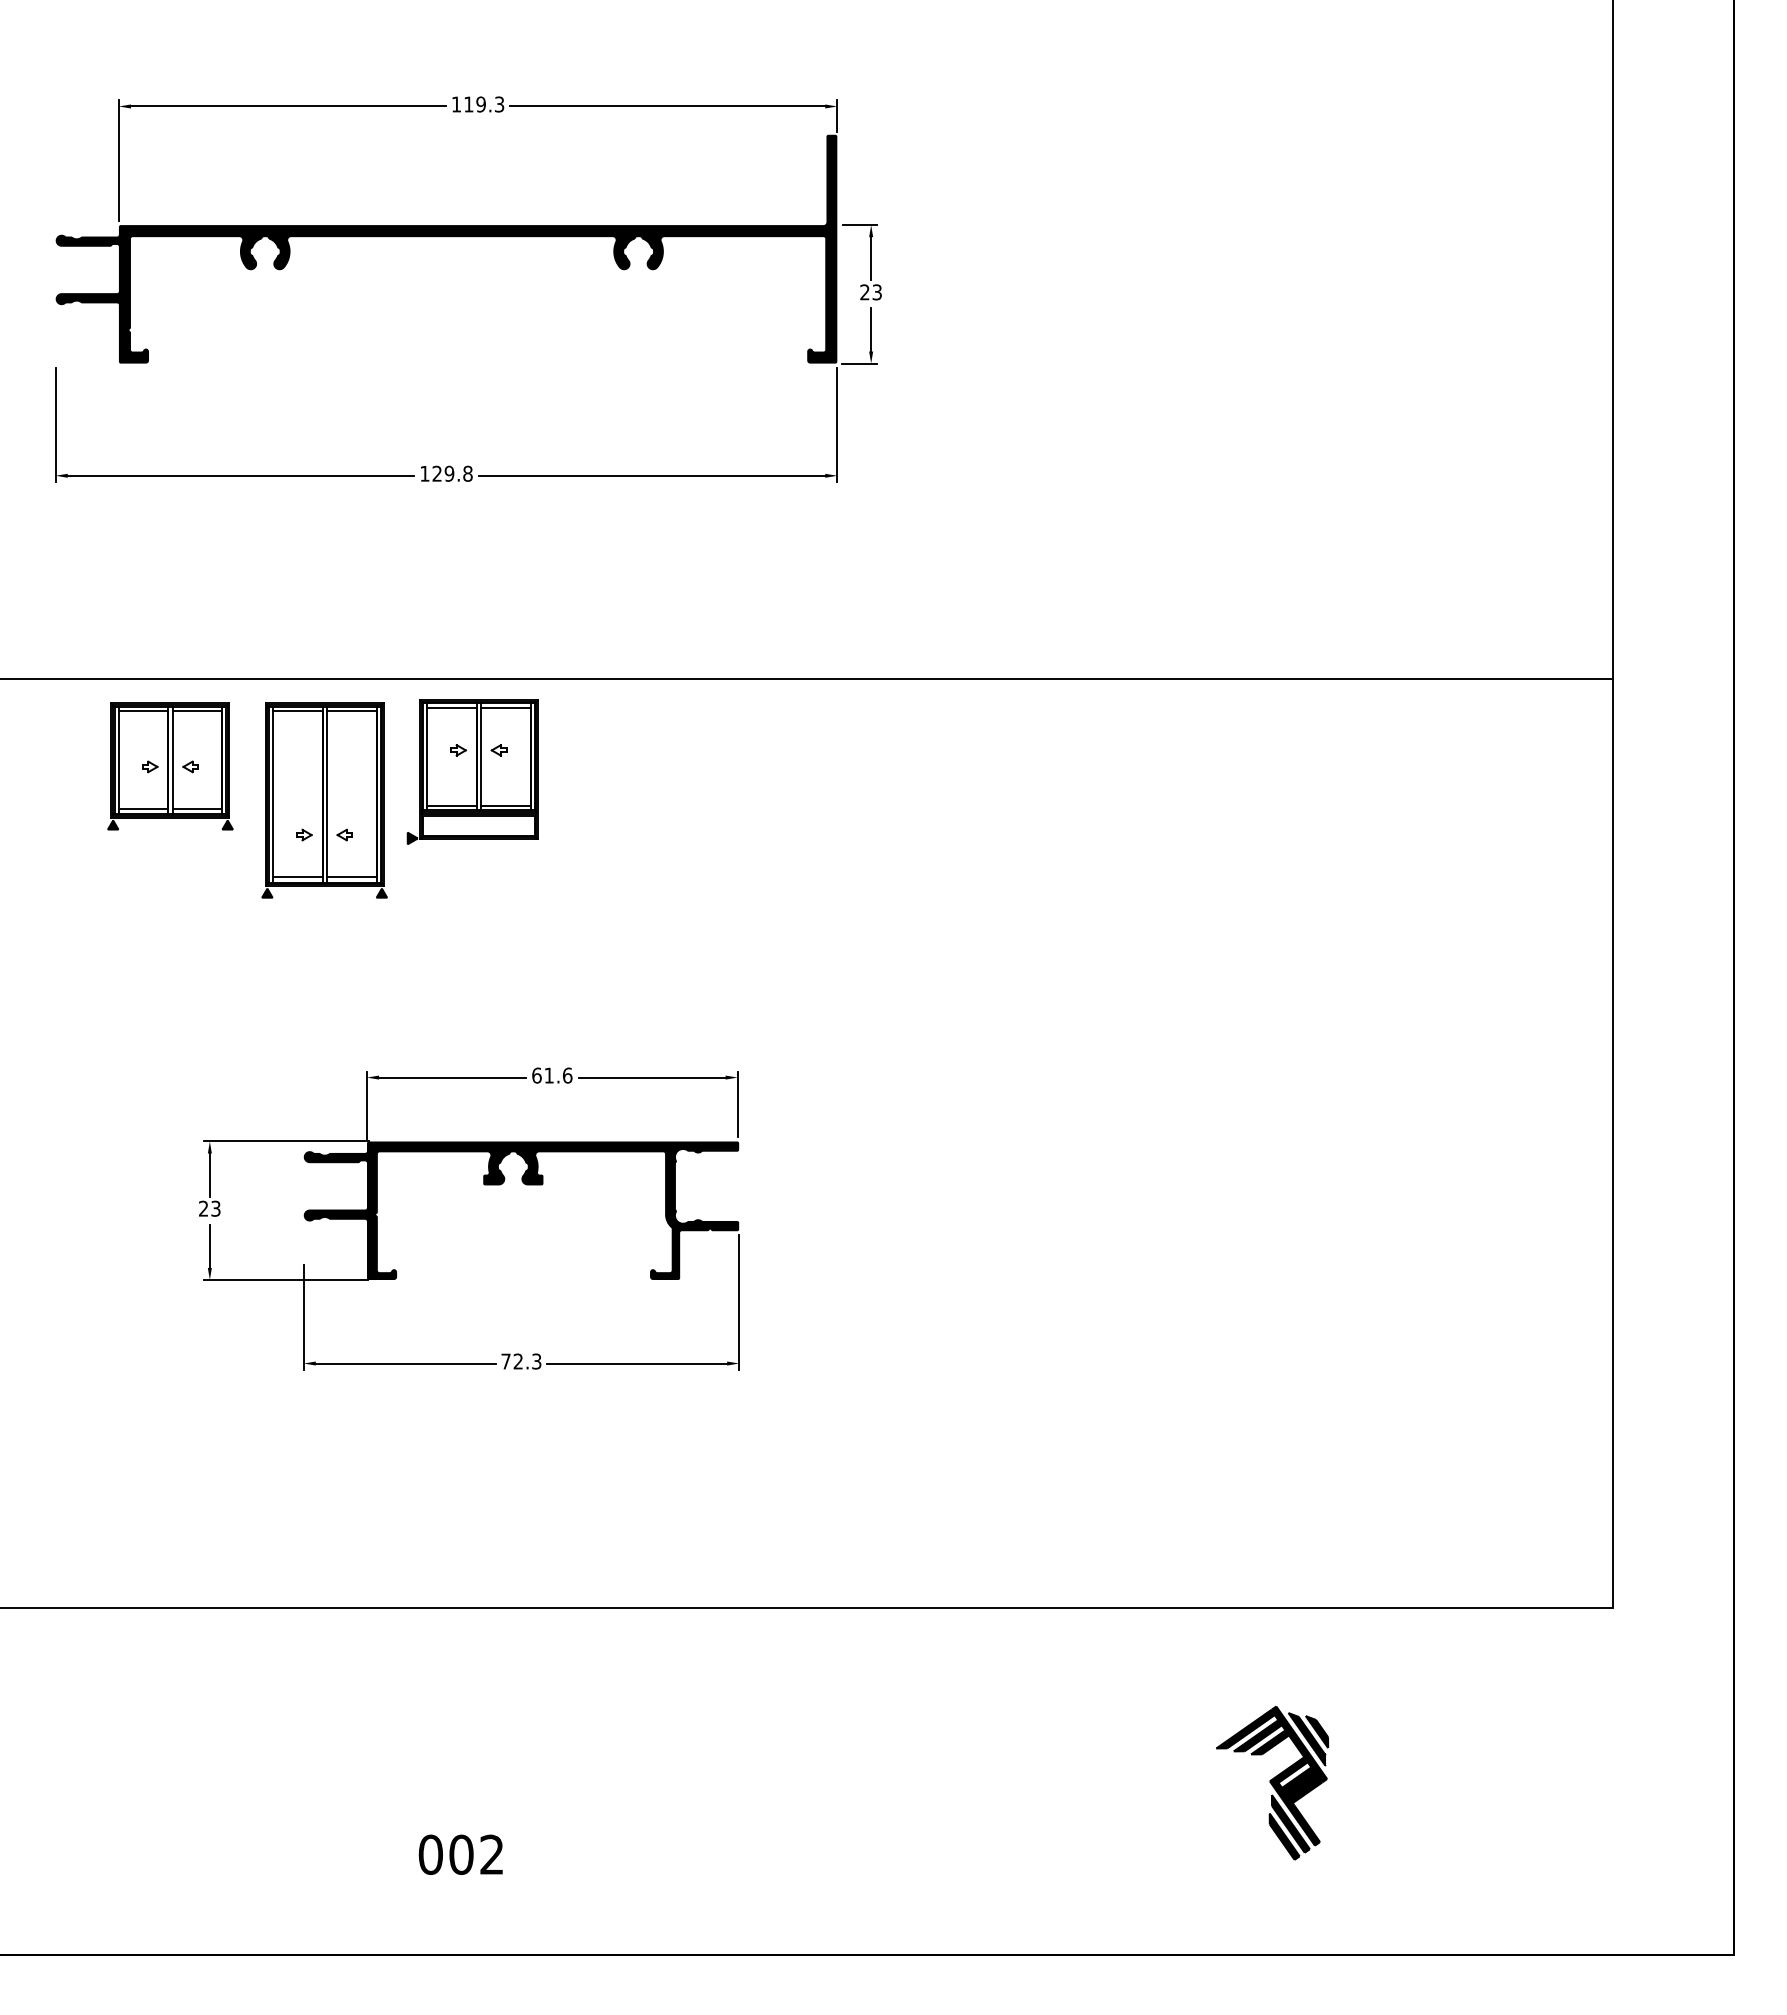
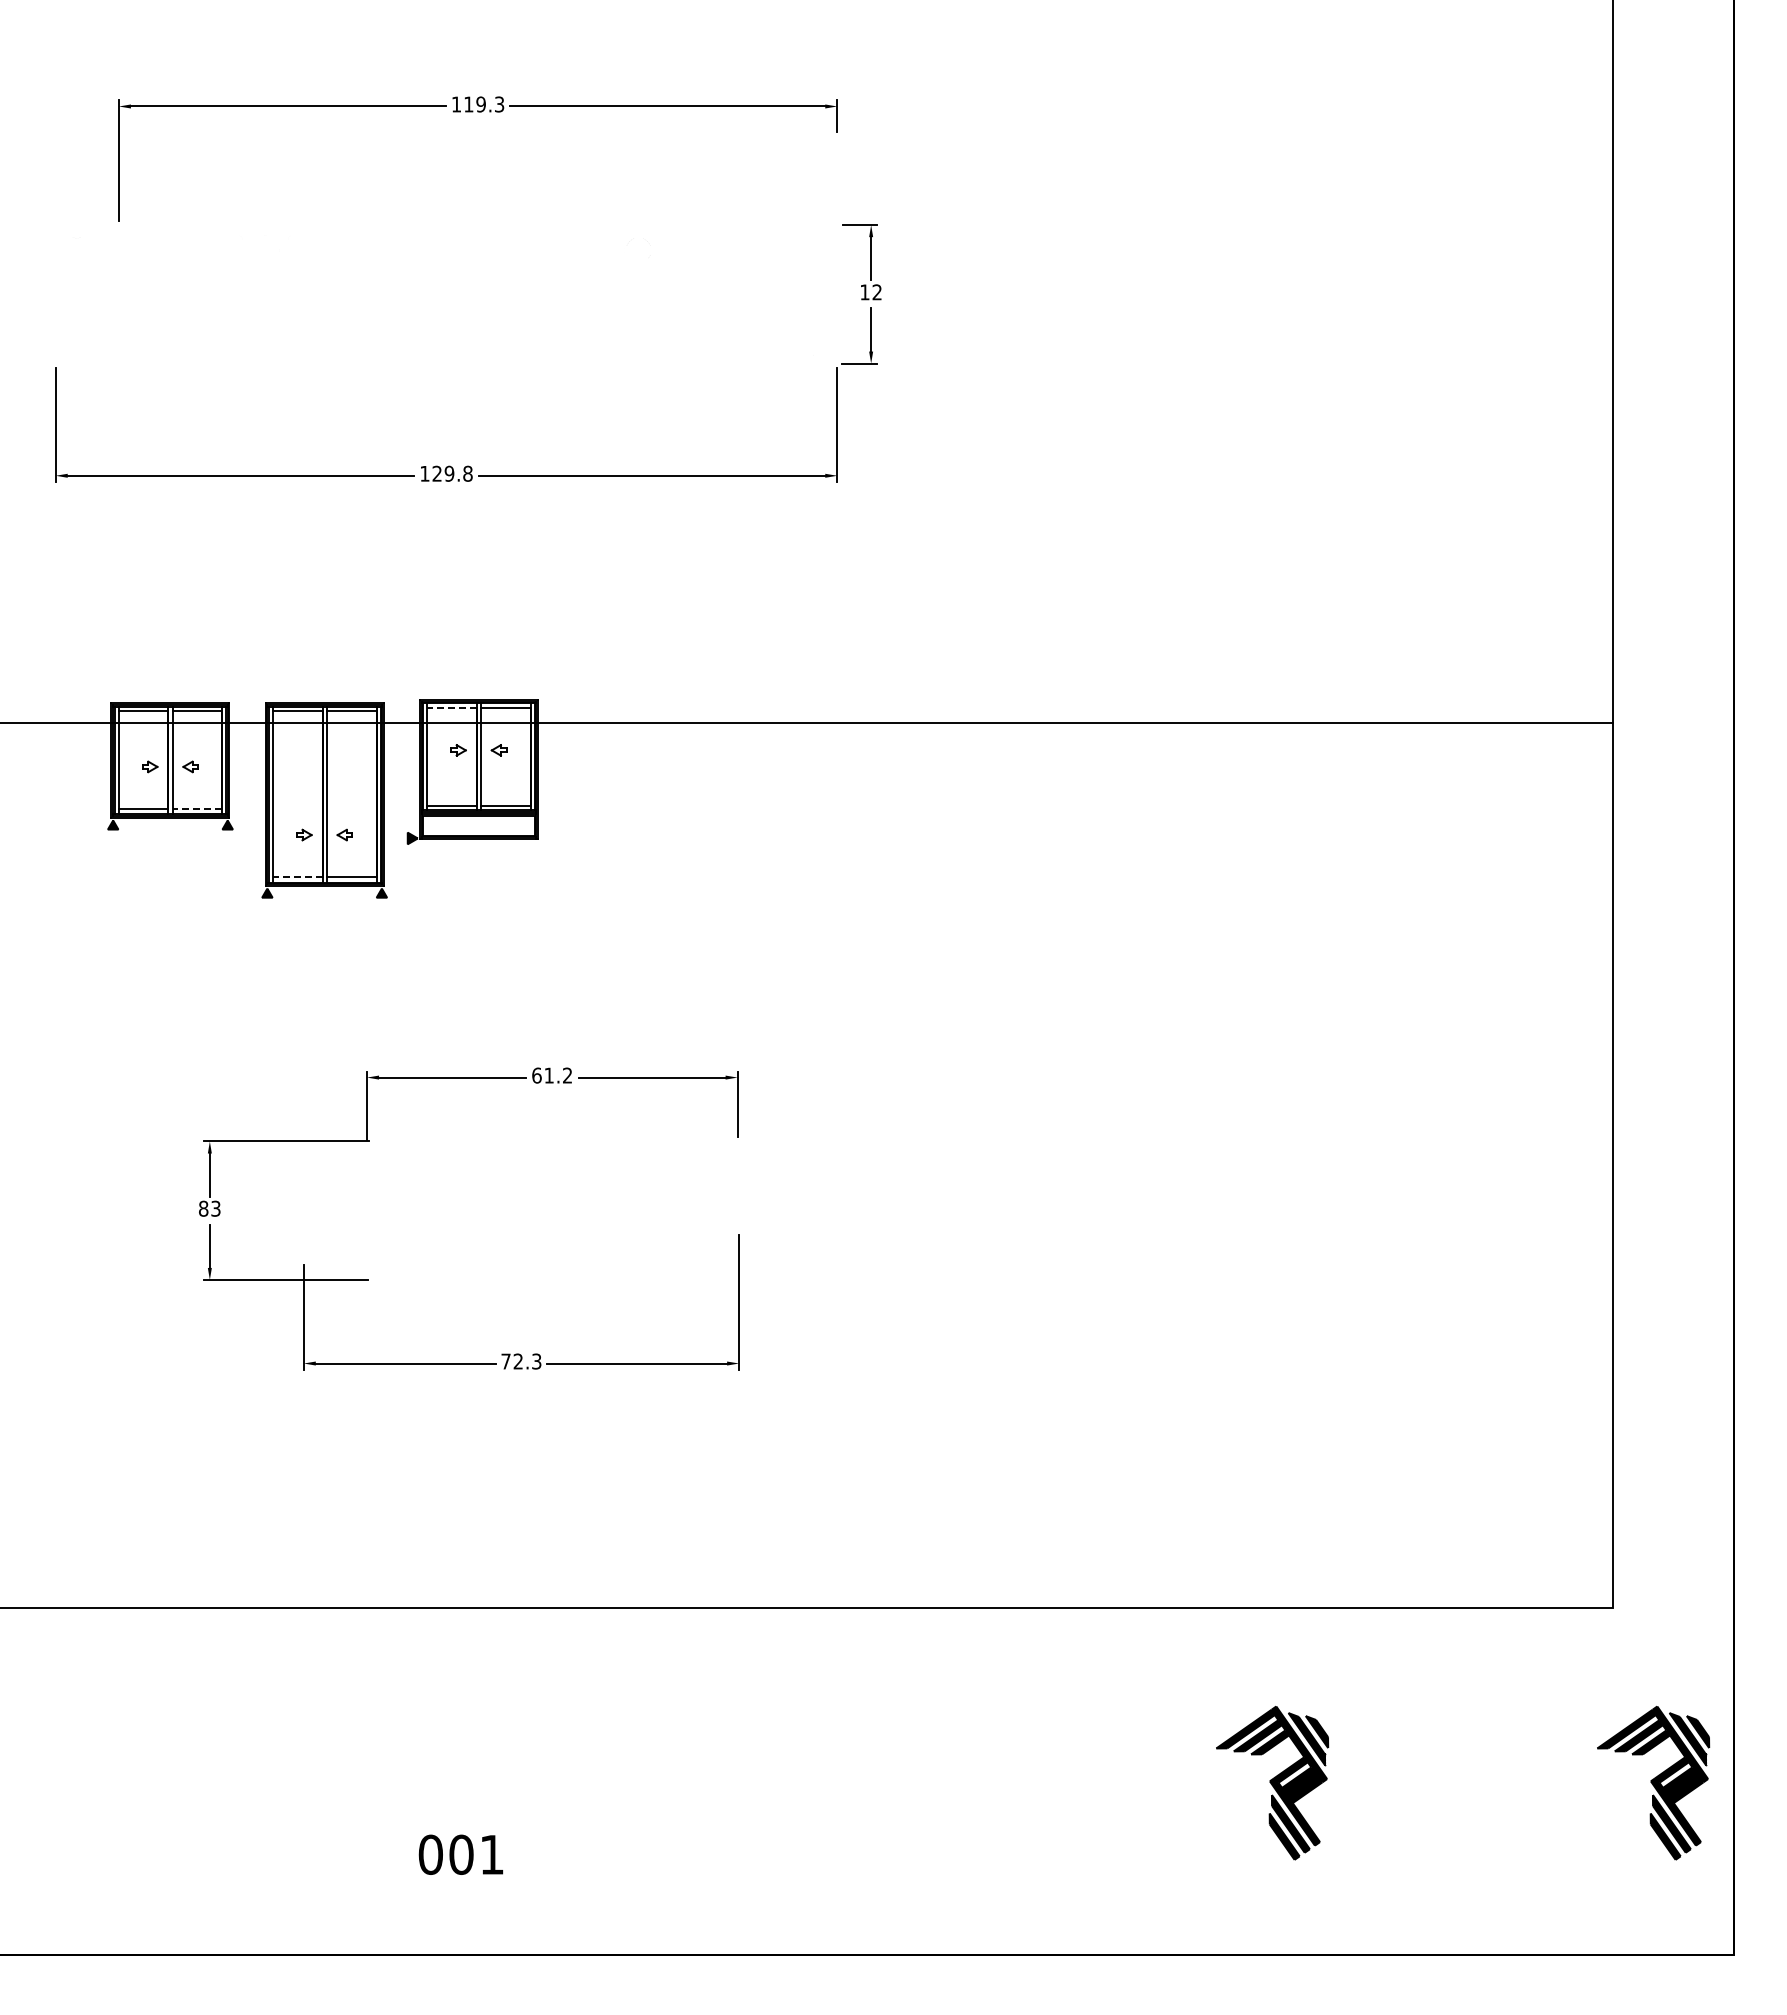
fill at (446, 248): present -> none
text at (870, 292): 23 -> 12
line at (807, 678) position: (807, 678) -> (807, 722)
line at (452, 708): solid -> dashed
line at (197, 809): solid -> dashed
line at (297, 877): solid -> dashed
text at (567, 1075): 61.6 -> 61.2
text at (203, 1208): 23 -> 83
fill at (521, 1210): present -> none
part at (1653, 1783): none -> present
text at (491, 1854): 002 -> 001
